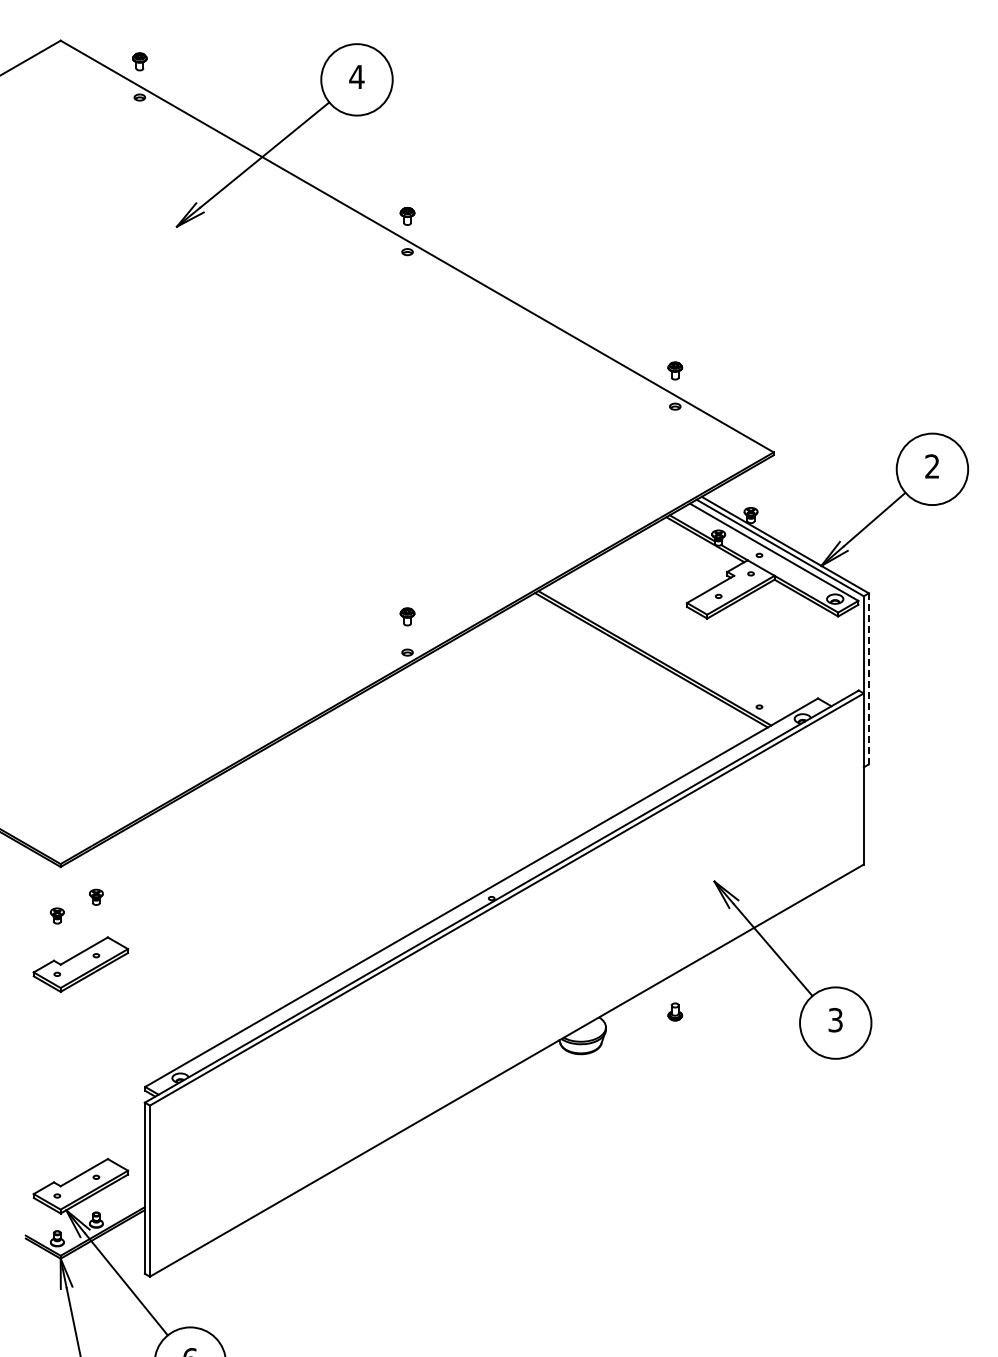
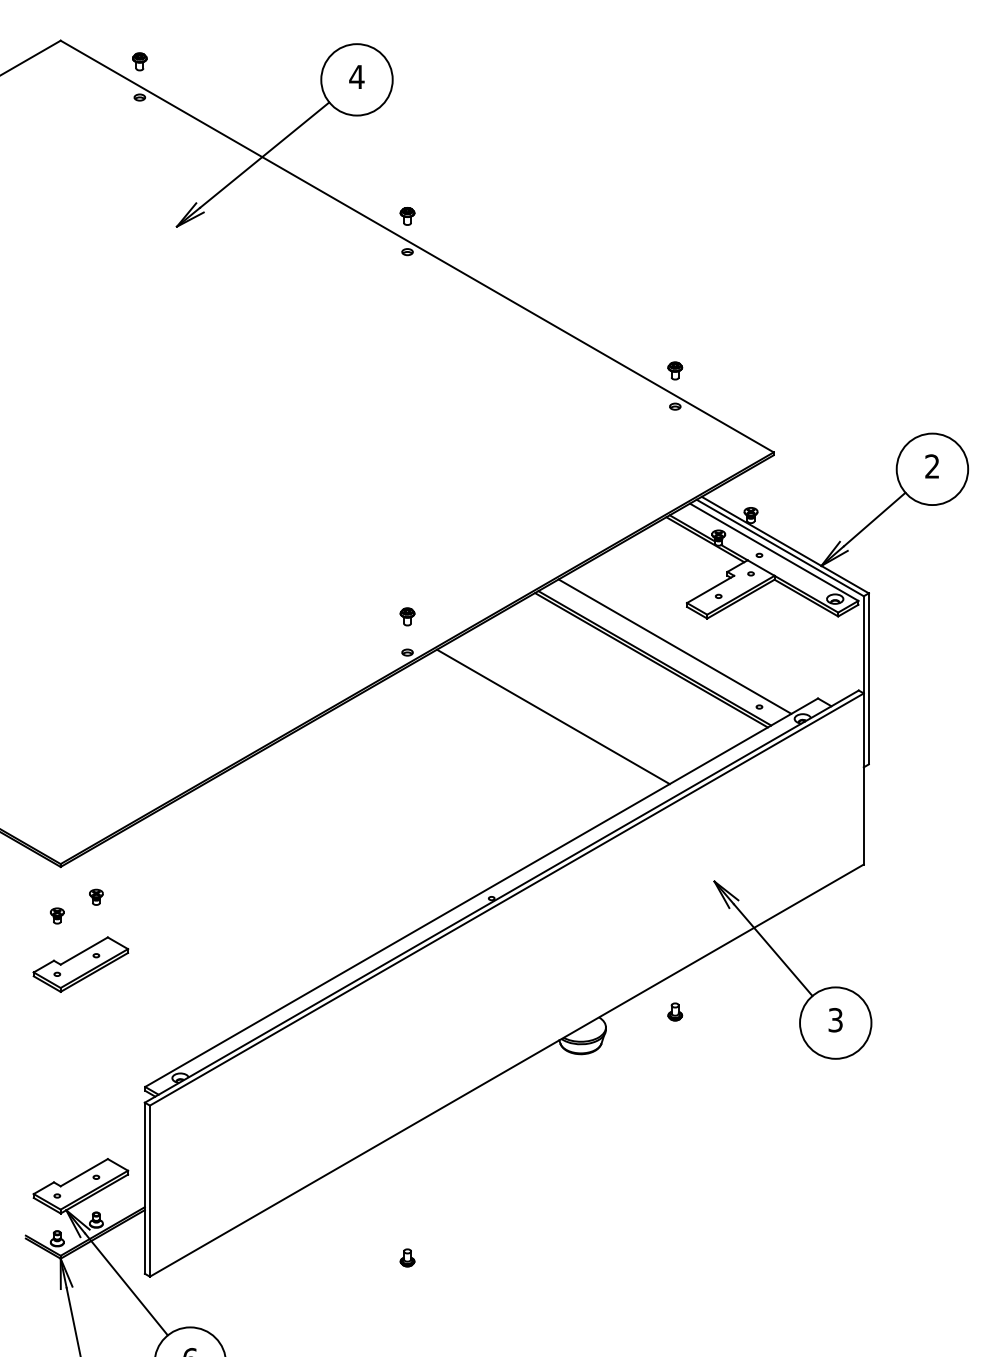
line at (674, 646): none -> present
line at (868, 678): dashed -> solid
line at (553, 716): none -> present
part at (407, 1257): none -> present
